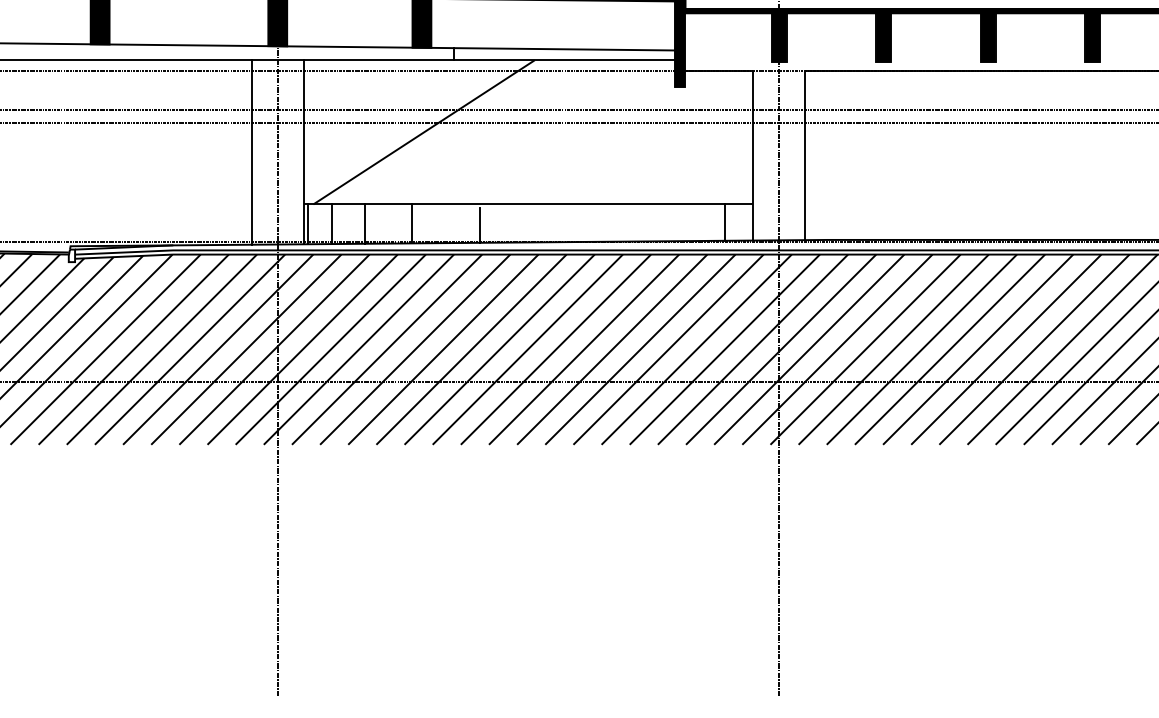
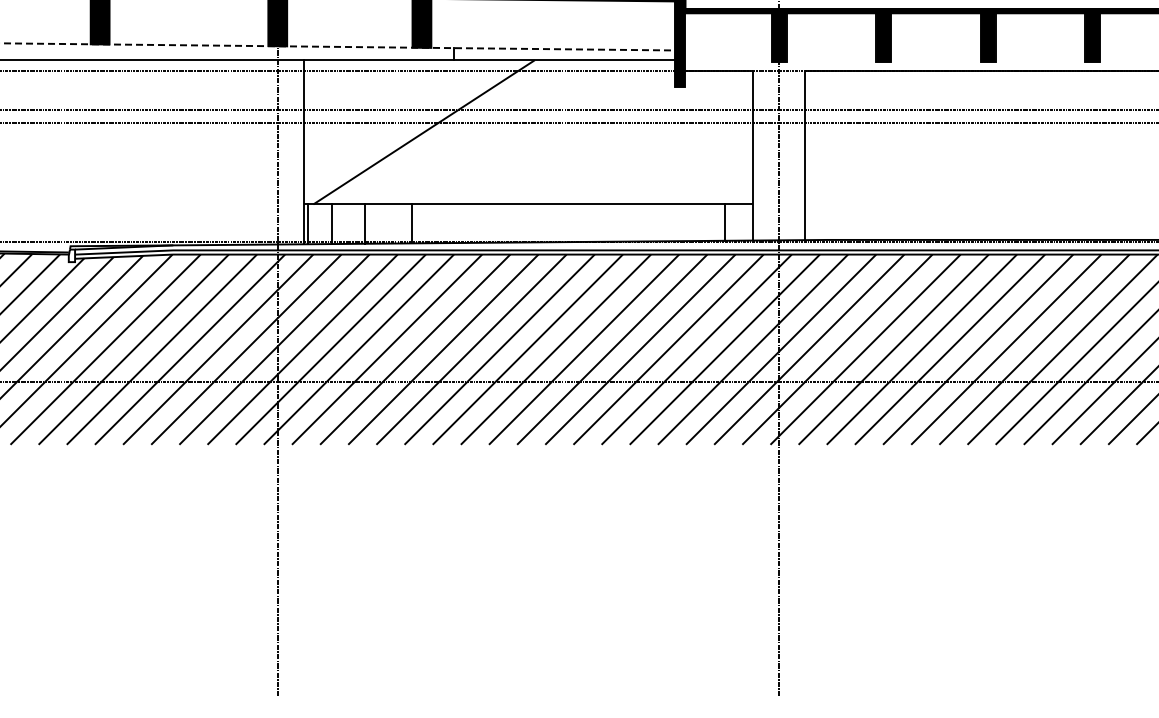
line at (337, 46): solid -> dashed
line at (251, 152): present -> none
line at (480, 224): present -> none
